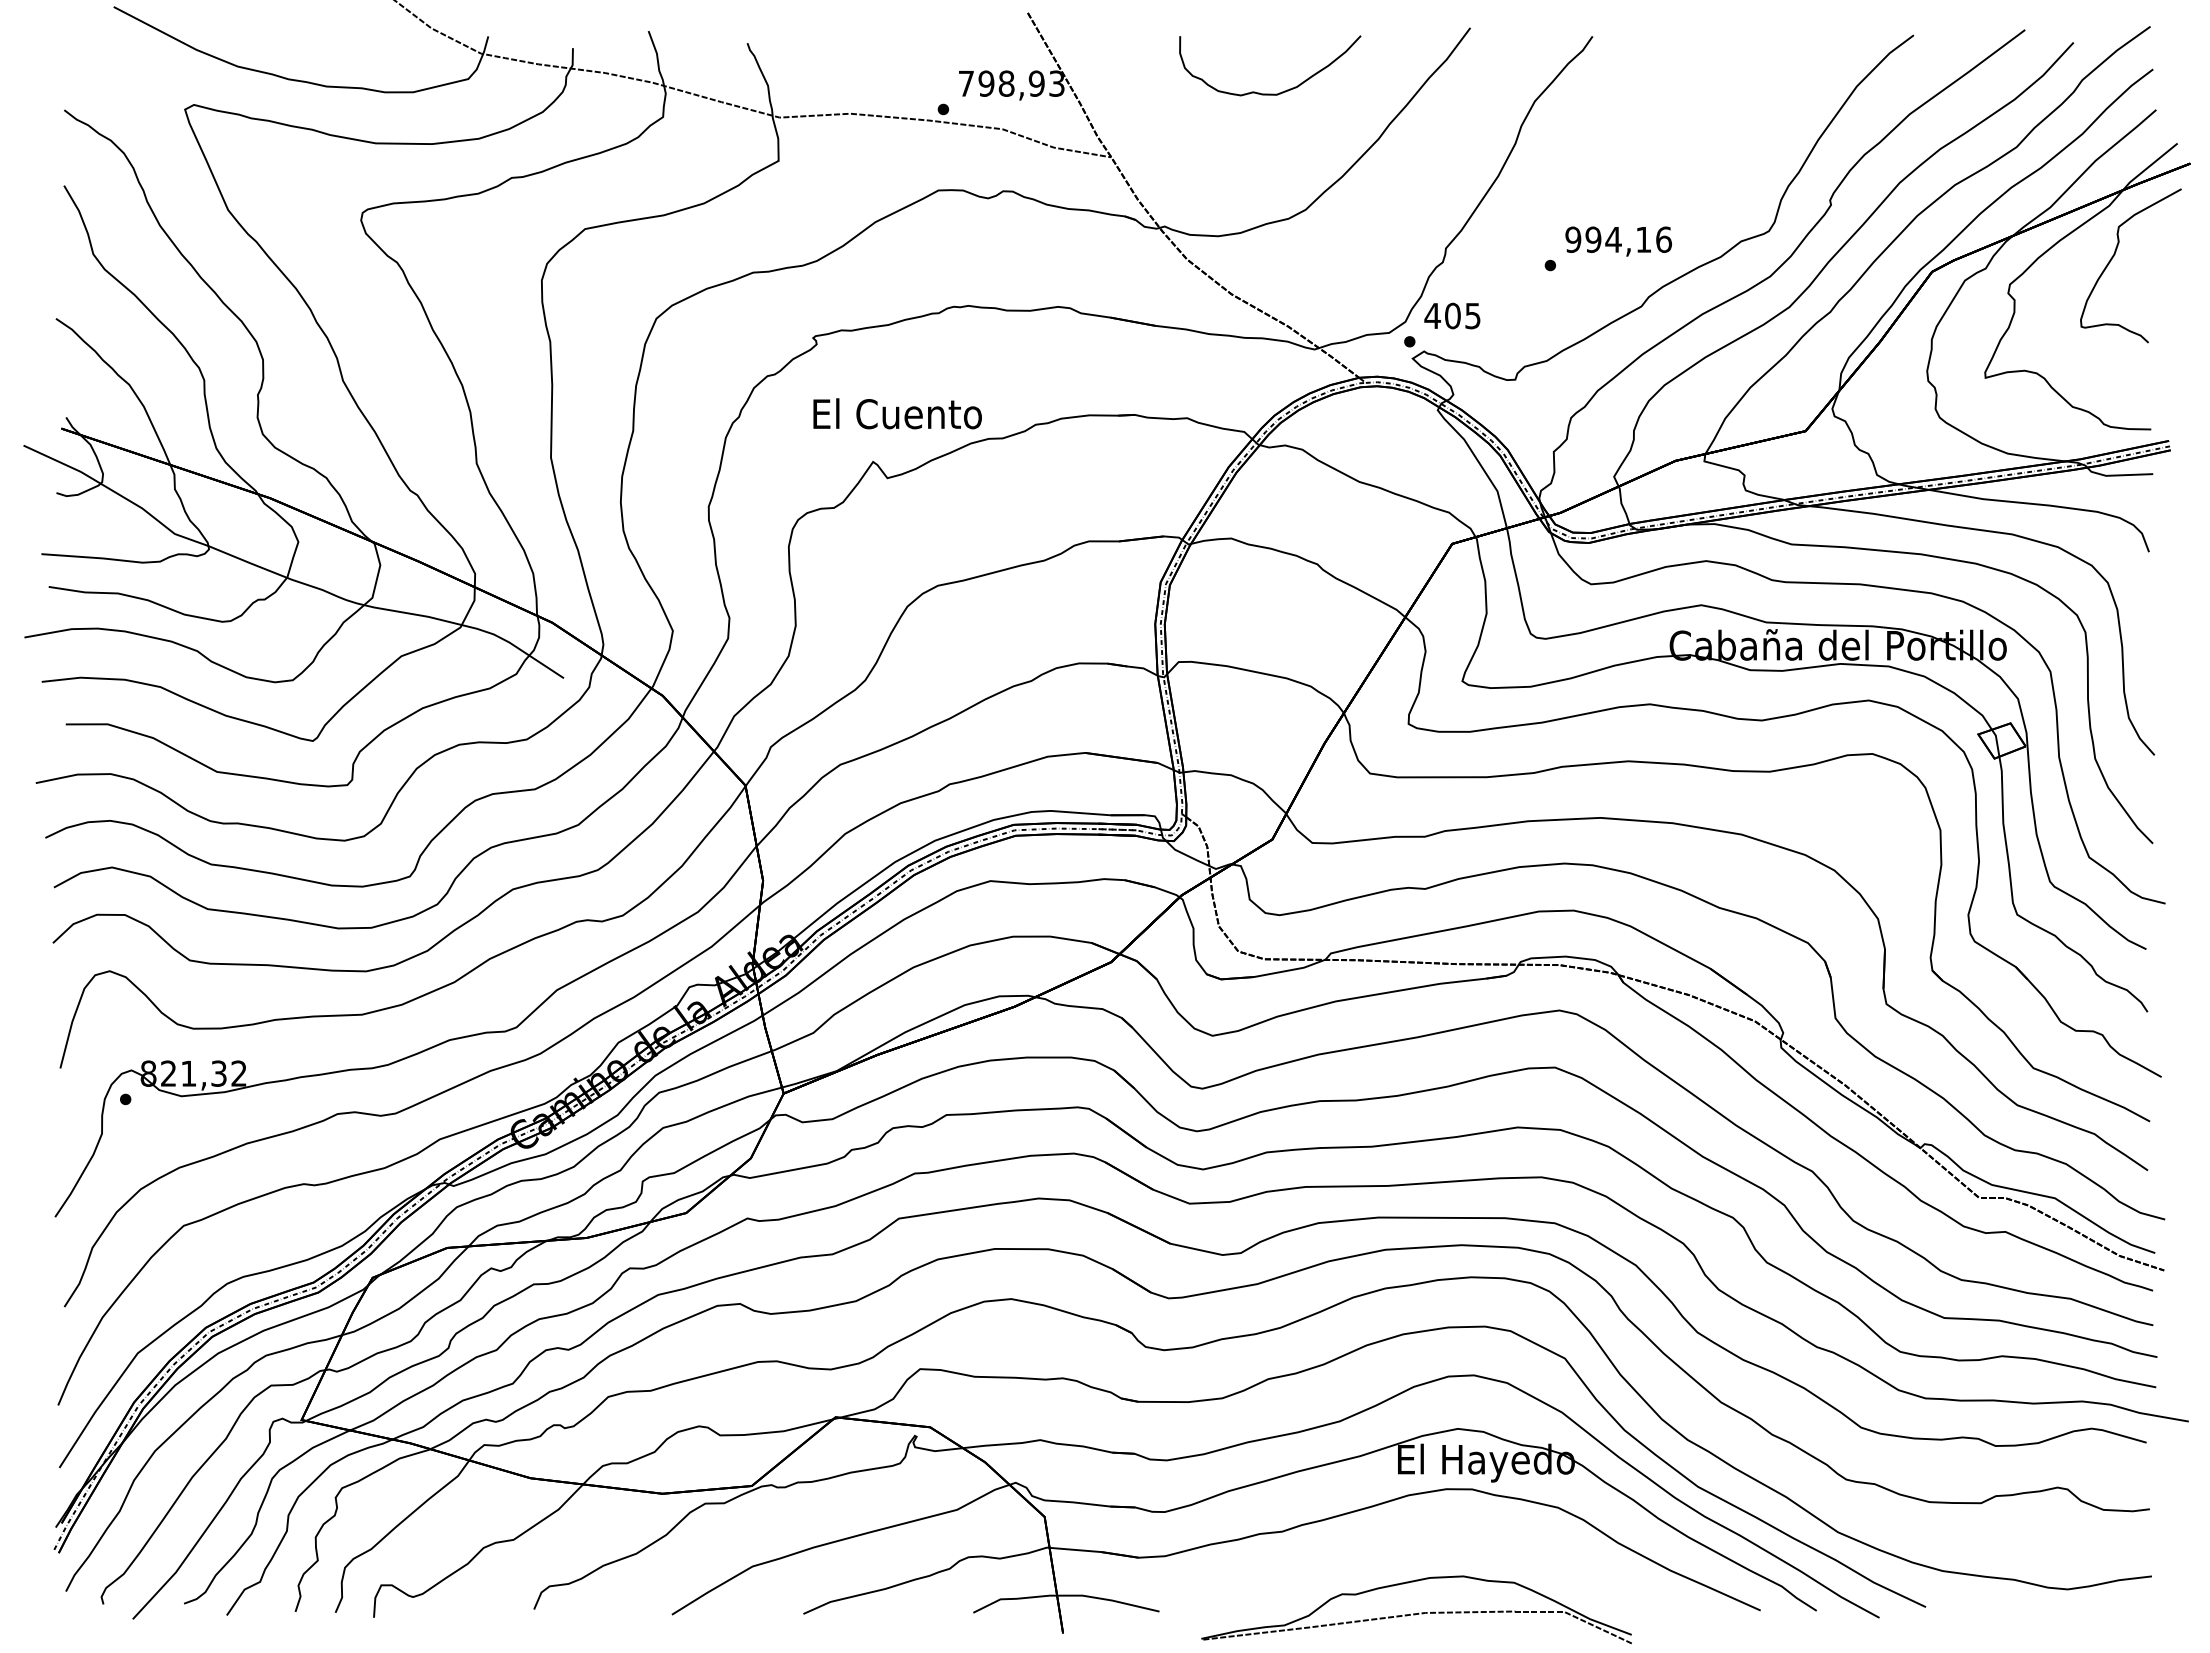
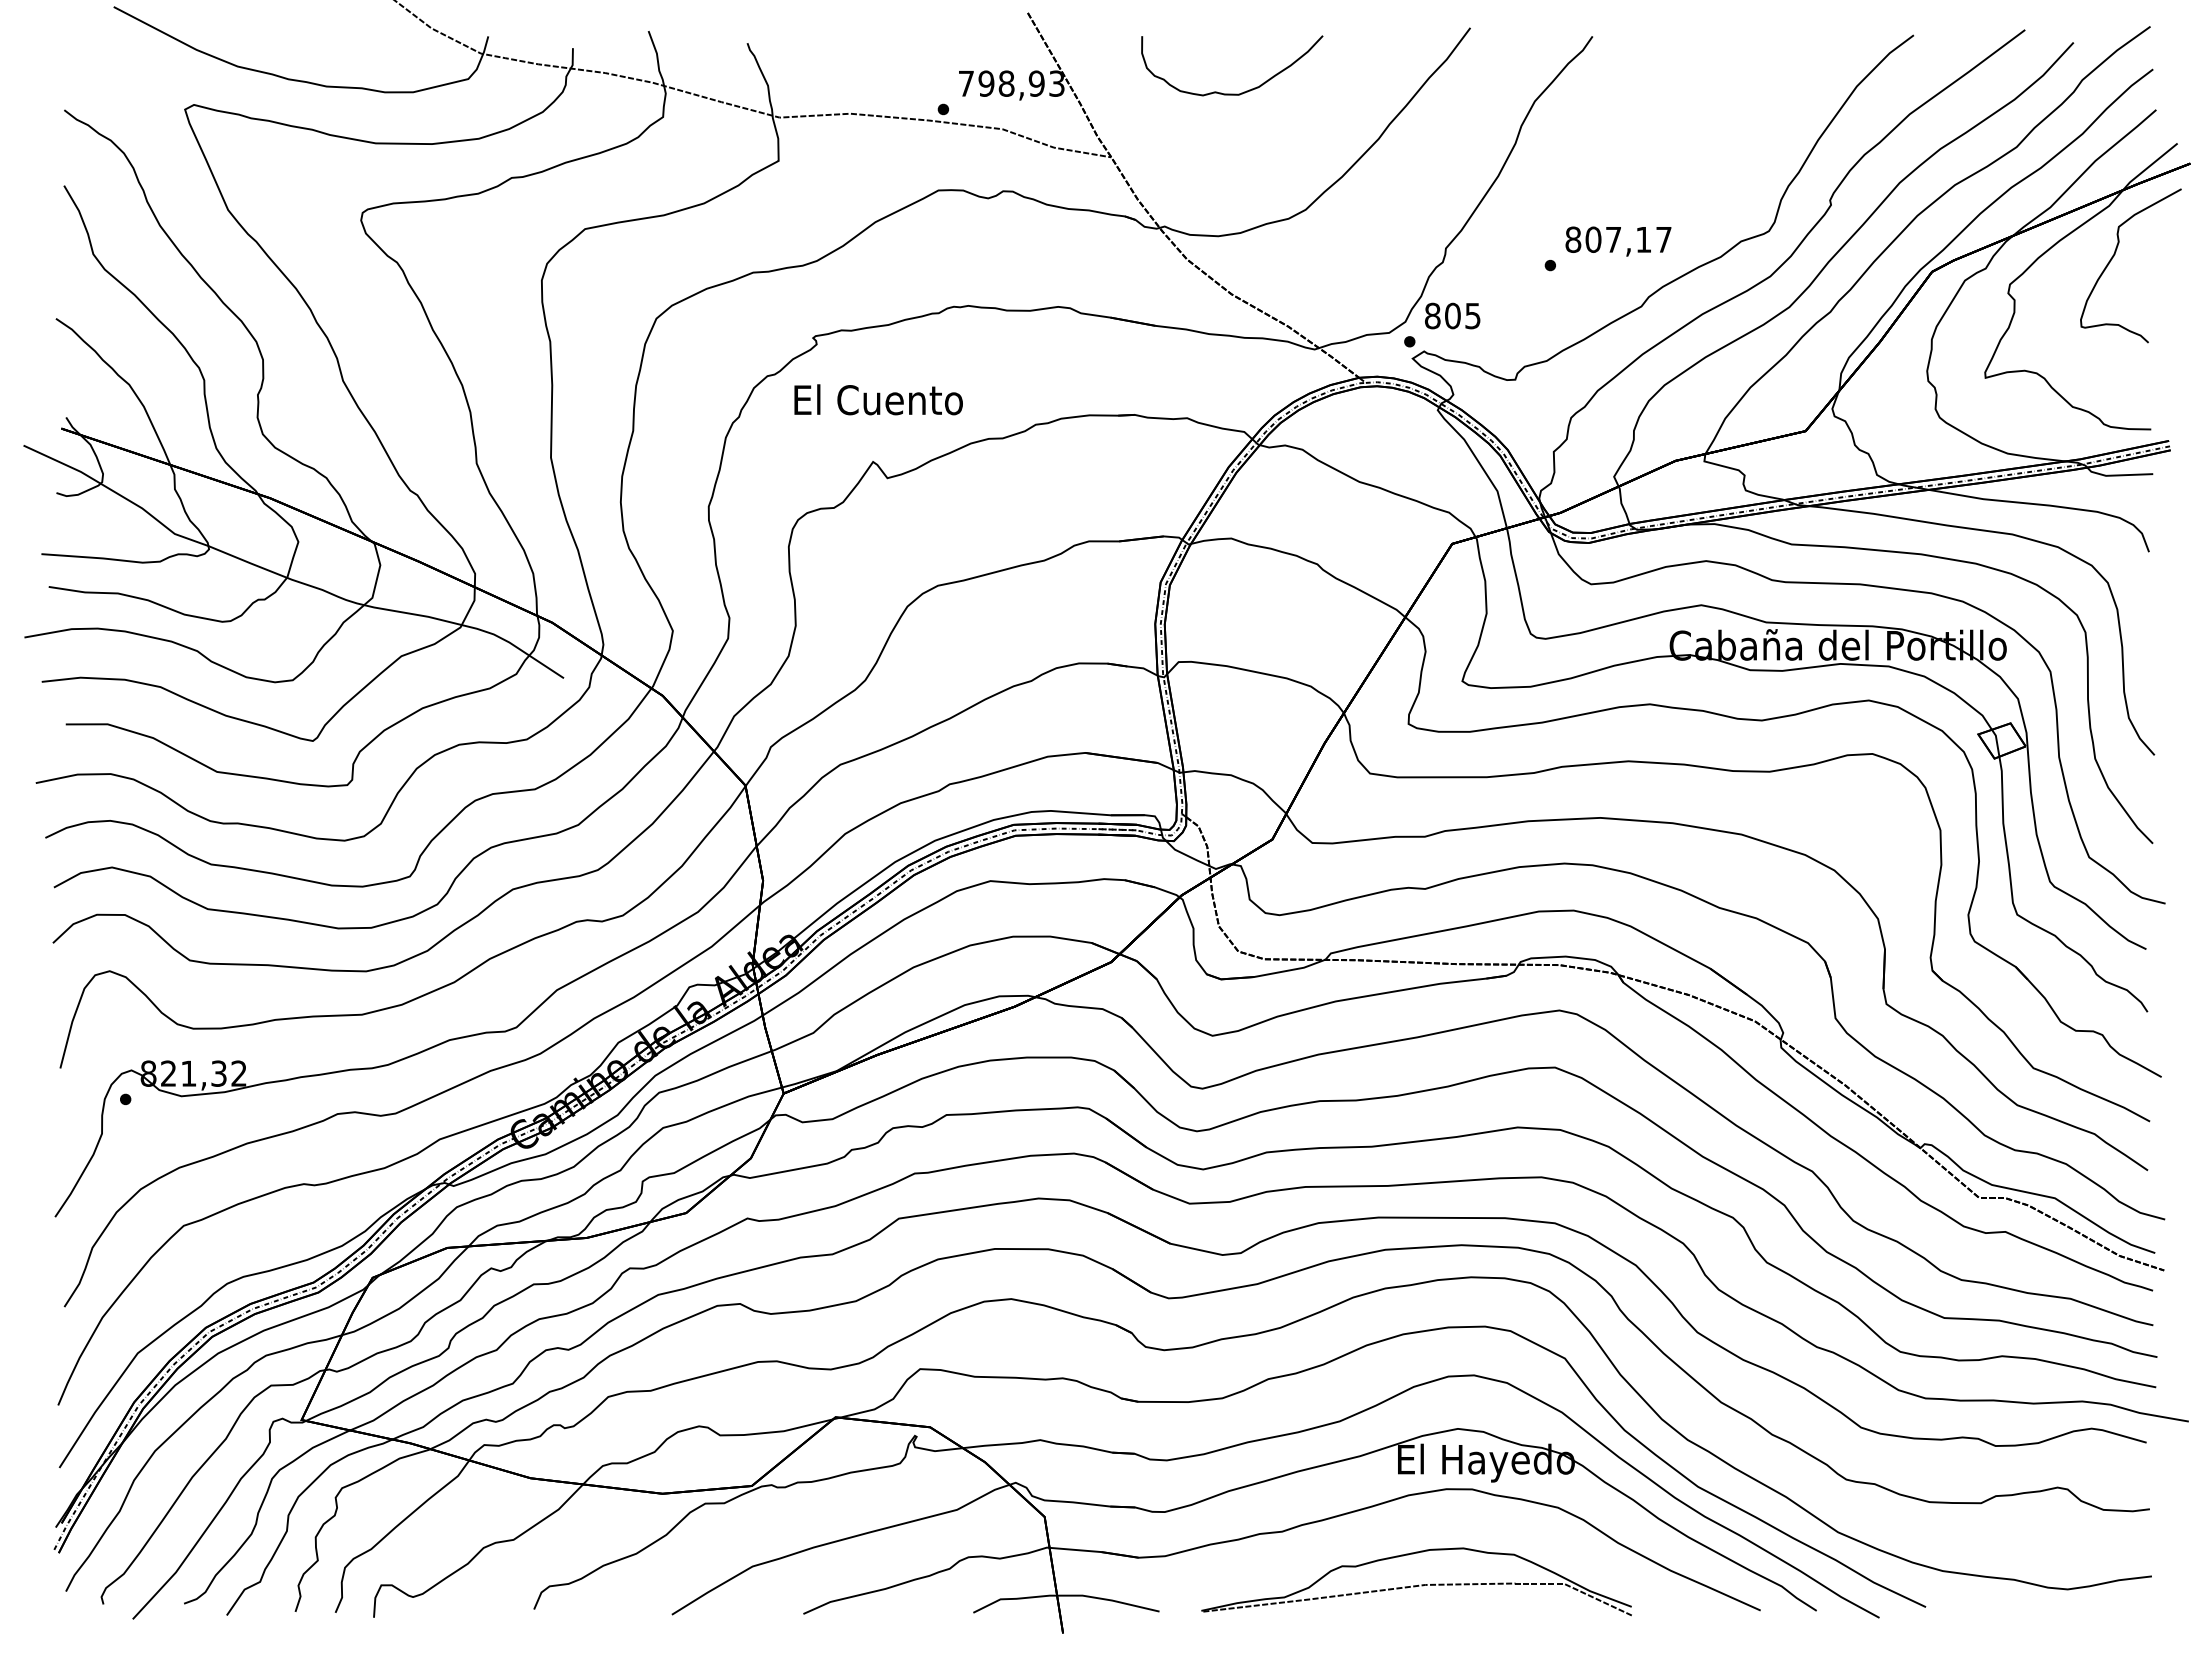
curve at (1270, 93) position: (1270, 93) -> (1232, 93)
text at (1618, 239): 994,16 -> 807,17
text at (1432, 315): 405 -> 805
text at (897, 413) position: (897, 413) -> (878, 399)
part at (1416, 1609) position: (1416, 1609) -> (1416, 1581)
